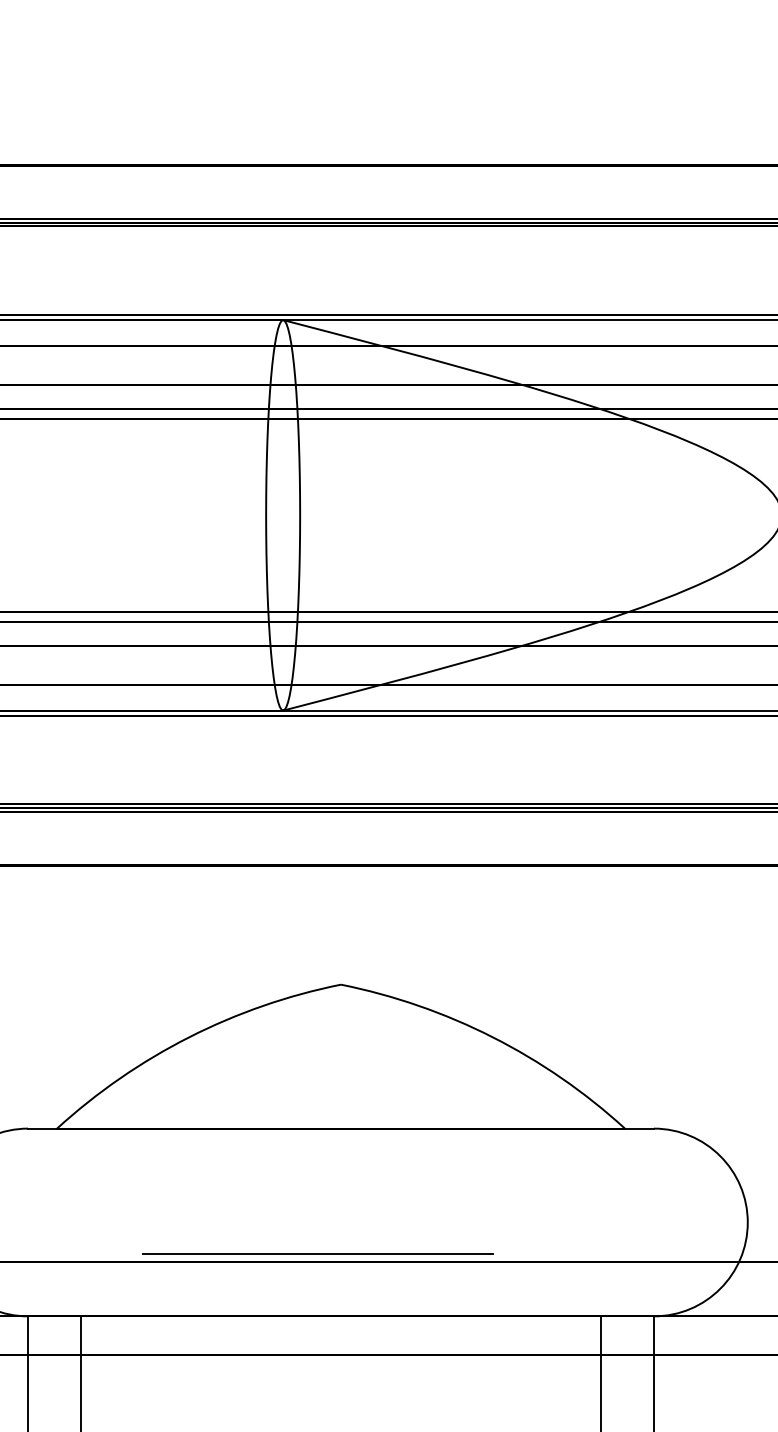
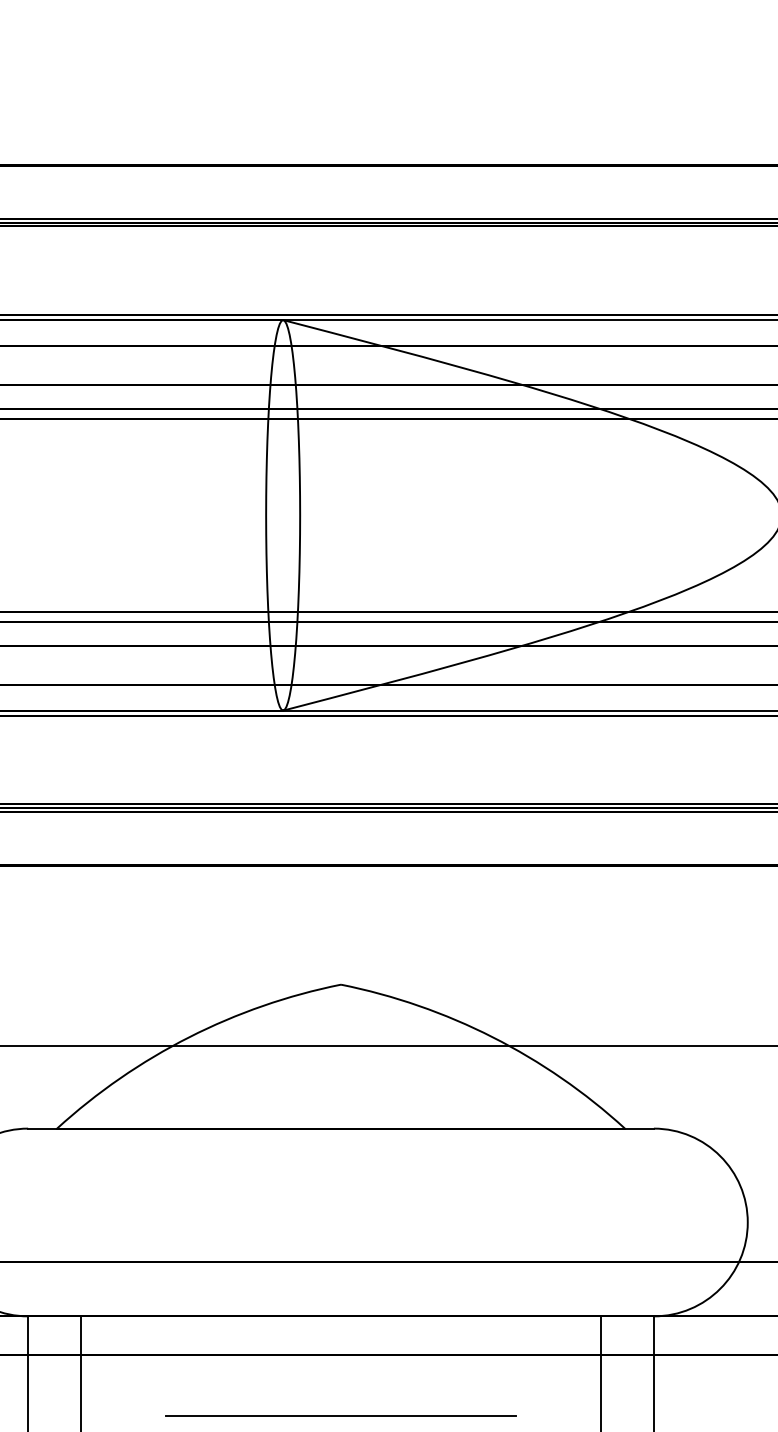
line at (388, 1046): none -> present
line at (317, 1253) position: (317, 1253) -> (340, 1415)
